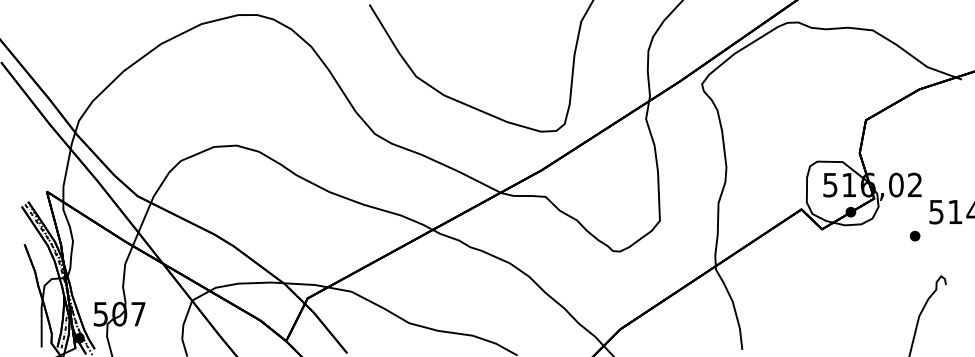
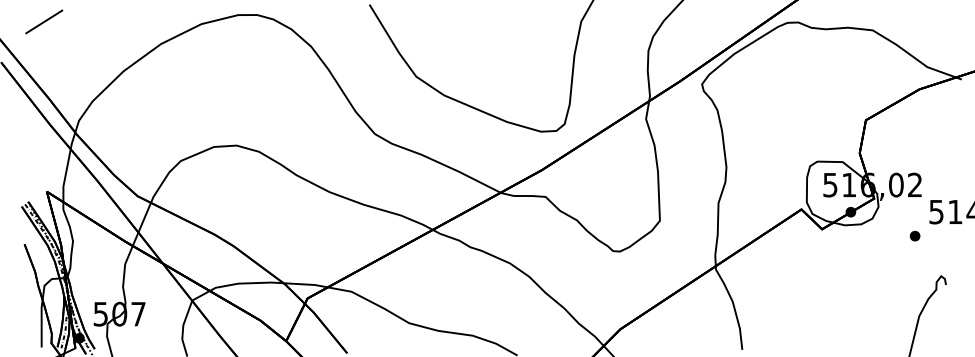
line at (44, 21): none -> present
